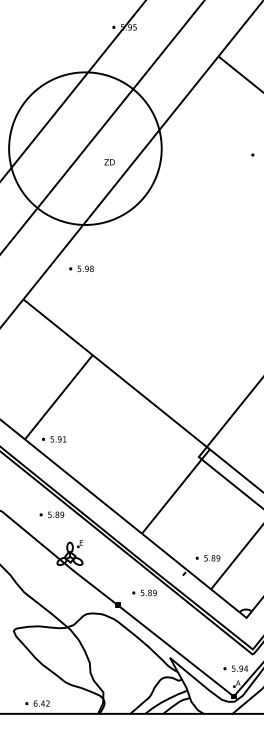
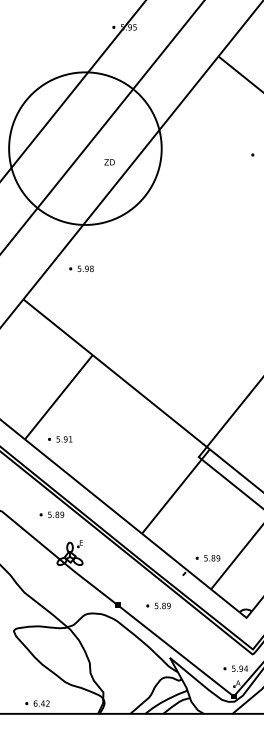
part at (54, 439) position: (54, 439) -> (60, 439)
part at (144, 592) position: (144, 592) -> (158, 605)
